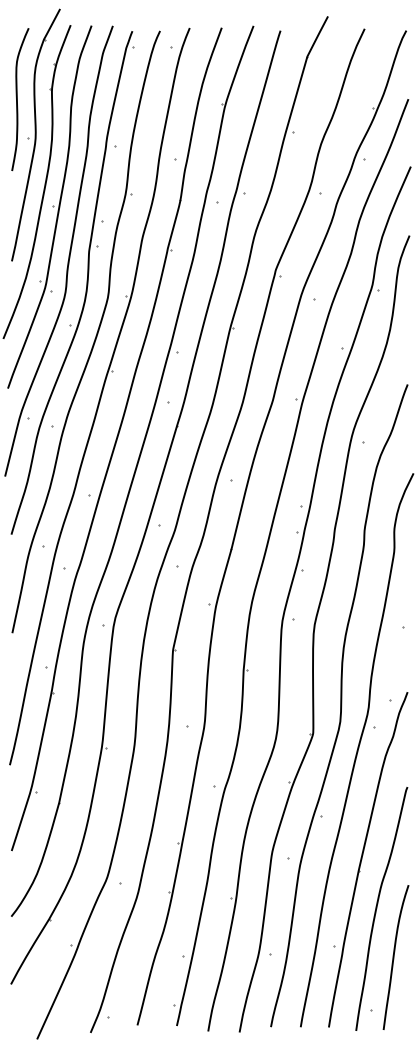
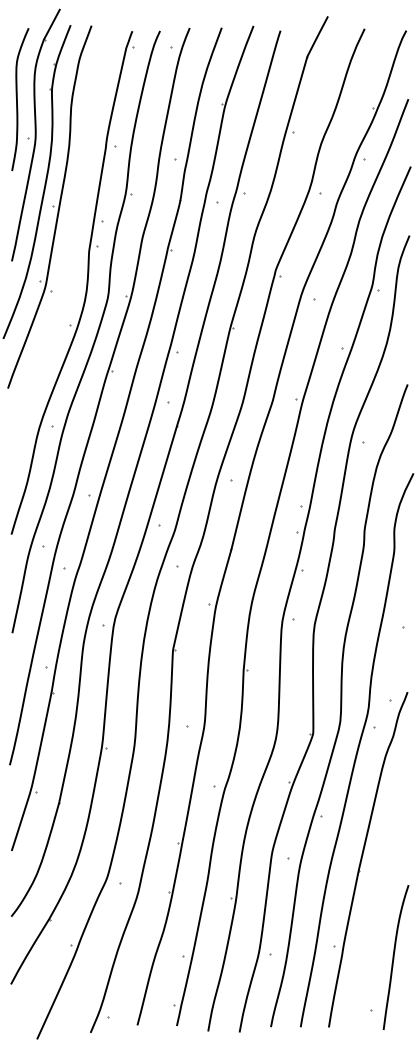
part at (69, 250): present -> none
curve at (377, 908): present -> none
